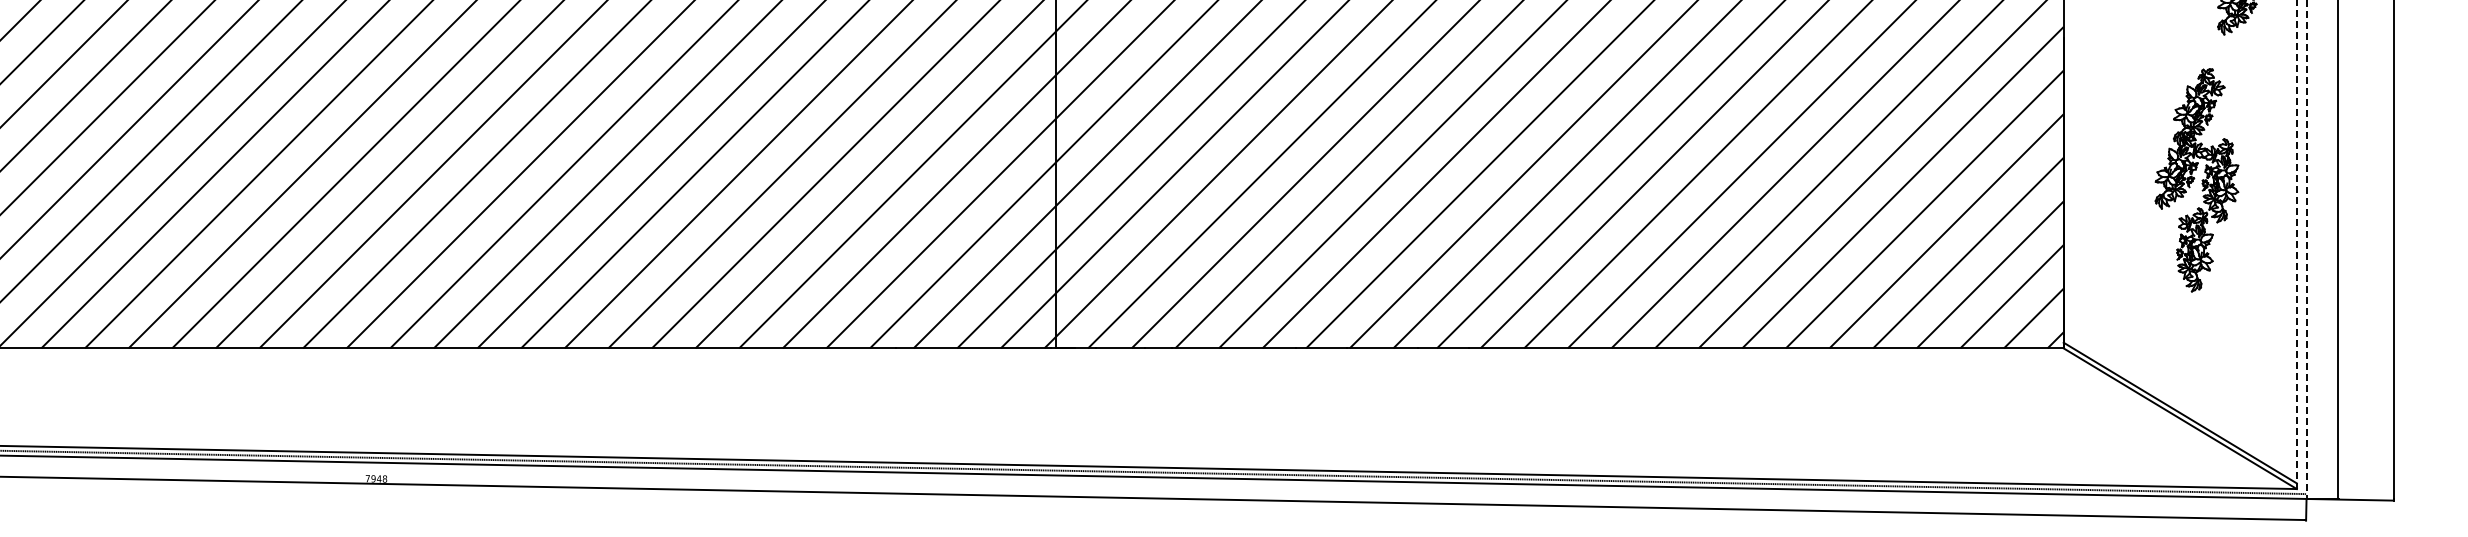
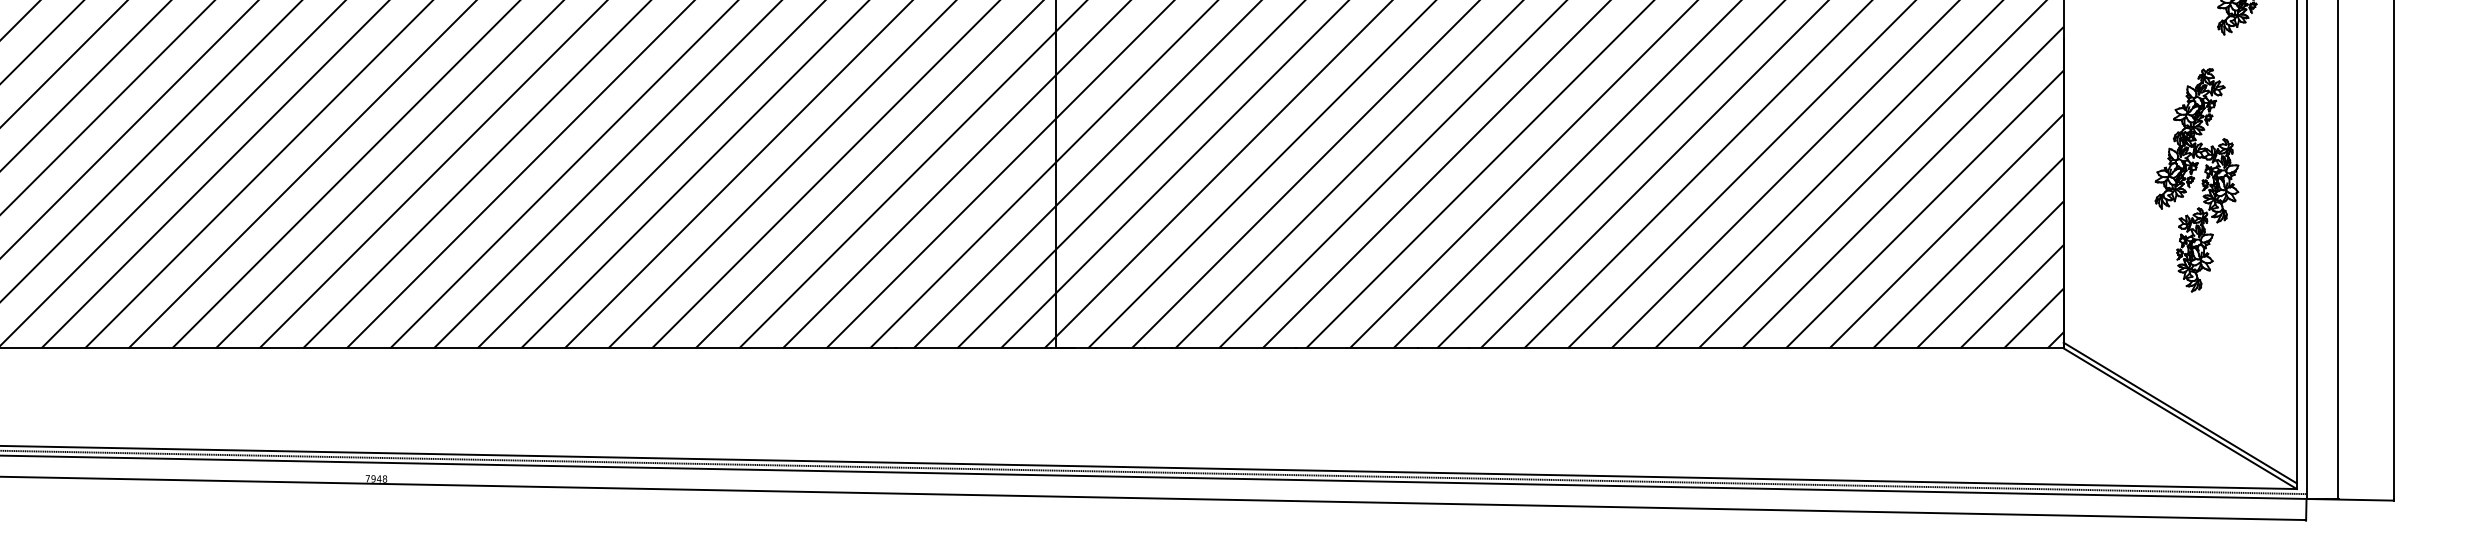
line at (2296, 245): dashed -> solid
line at (2306, 250): dashed -> solid
